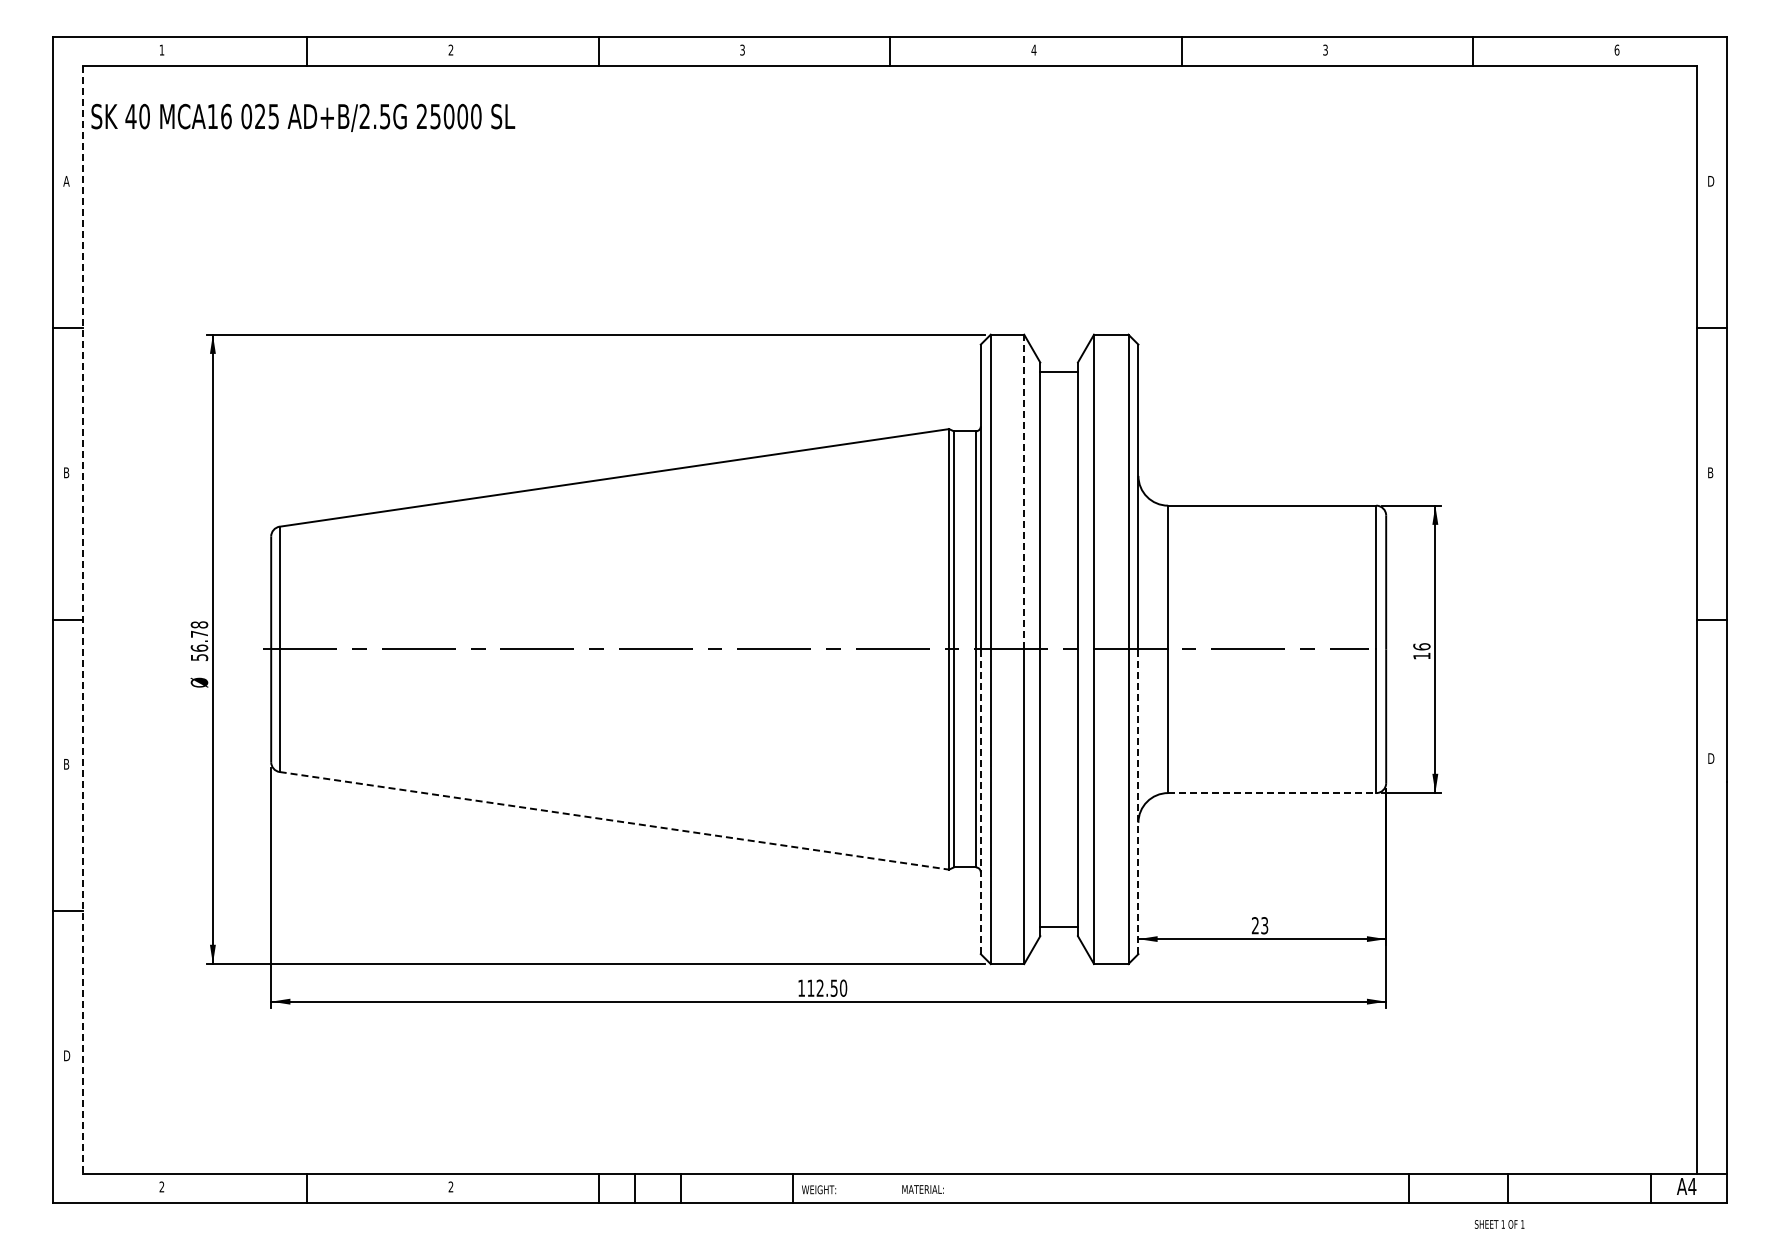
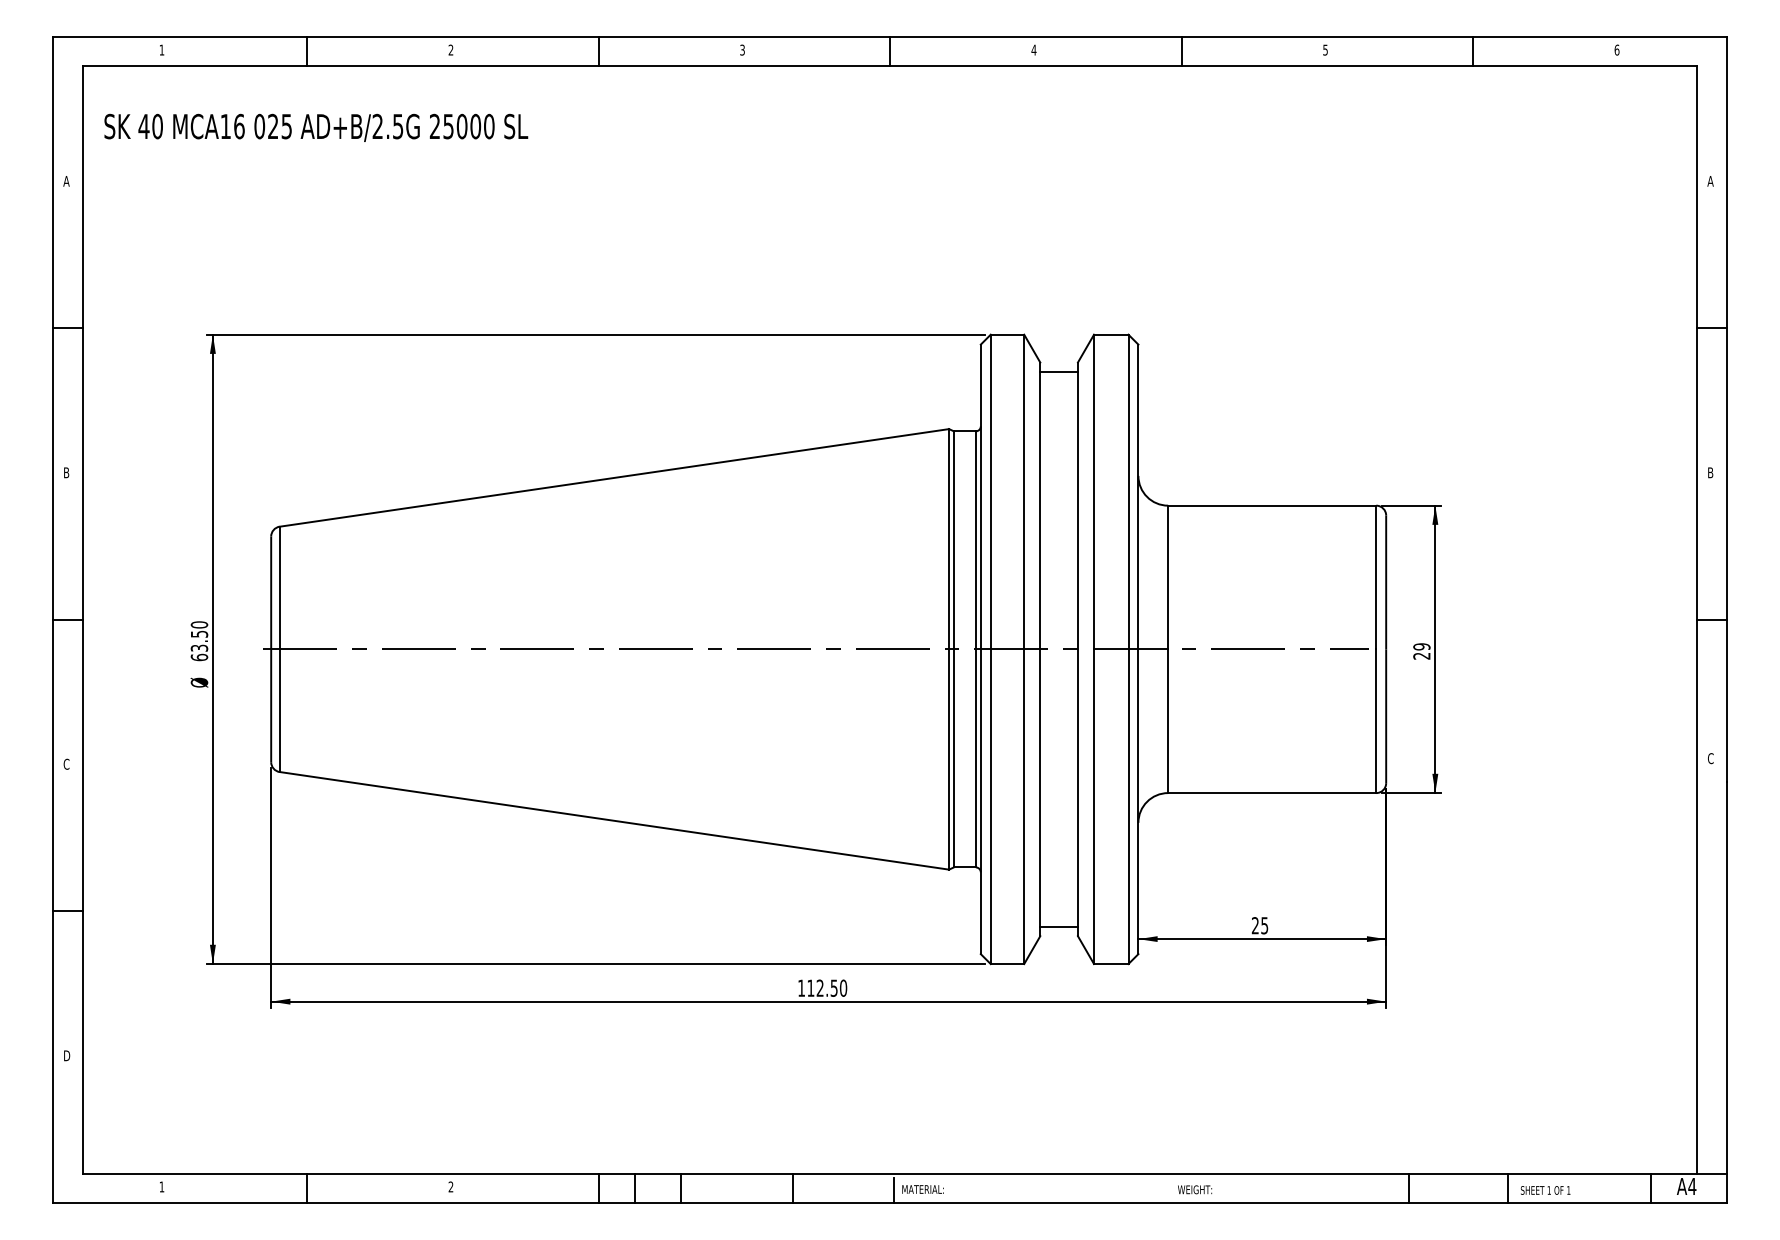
text at (1325, 49): 3 -> 5
text at (303, 117) position: (303, 117) -> (316, 127)
text at (1710, 181): D -> A
line at (1024, 491): dashed -> solid
line at (82, 620): dashed -> solid
text at (199, 641): 56.78 -> 63.50
text at (1421, 651): 16 -> 29
text at (1711, 758): D -> C
text at (66, 763): B -> C
line at (1272, 793): dashed -> solid
line at (980, 801): dashed -> solid
line at (1138, 801): dashed -> solid
line at (614, 820): dashed -> solid
text at (1264, 925): 23 -> 25
text at (161, 1186): 2 -> 1
text at (819, 1189) position: (819, 1189) -> (1195, 1189)
line at (894, 1190): none -> present
text at (1499, 1224) position: (1499, 1224) -> (1545, 1190)
